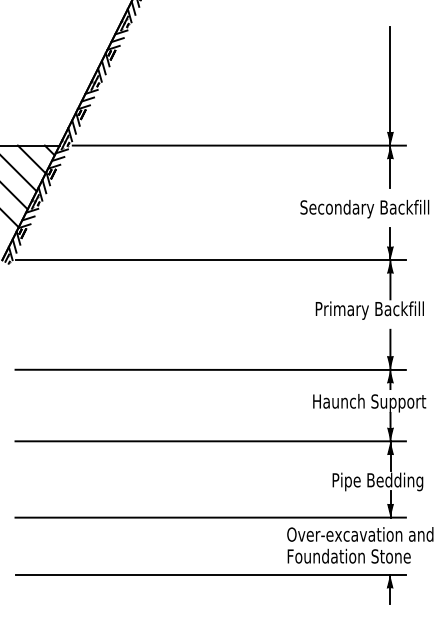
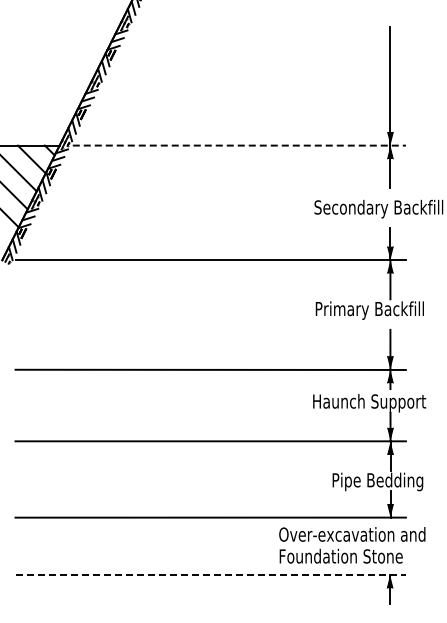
line at (239, 145): solid -> dashed
text at (364, 208) position: (364, 208) -> (378, 208)
text at (360, 545) position: (360, 545) -> (352, 545)
line at (211, 574): solid -> dashed
